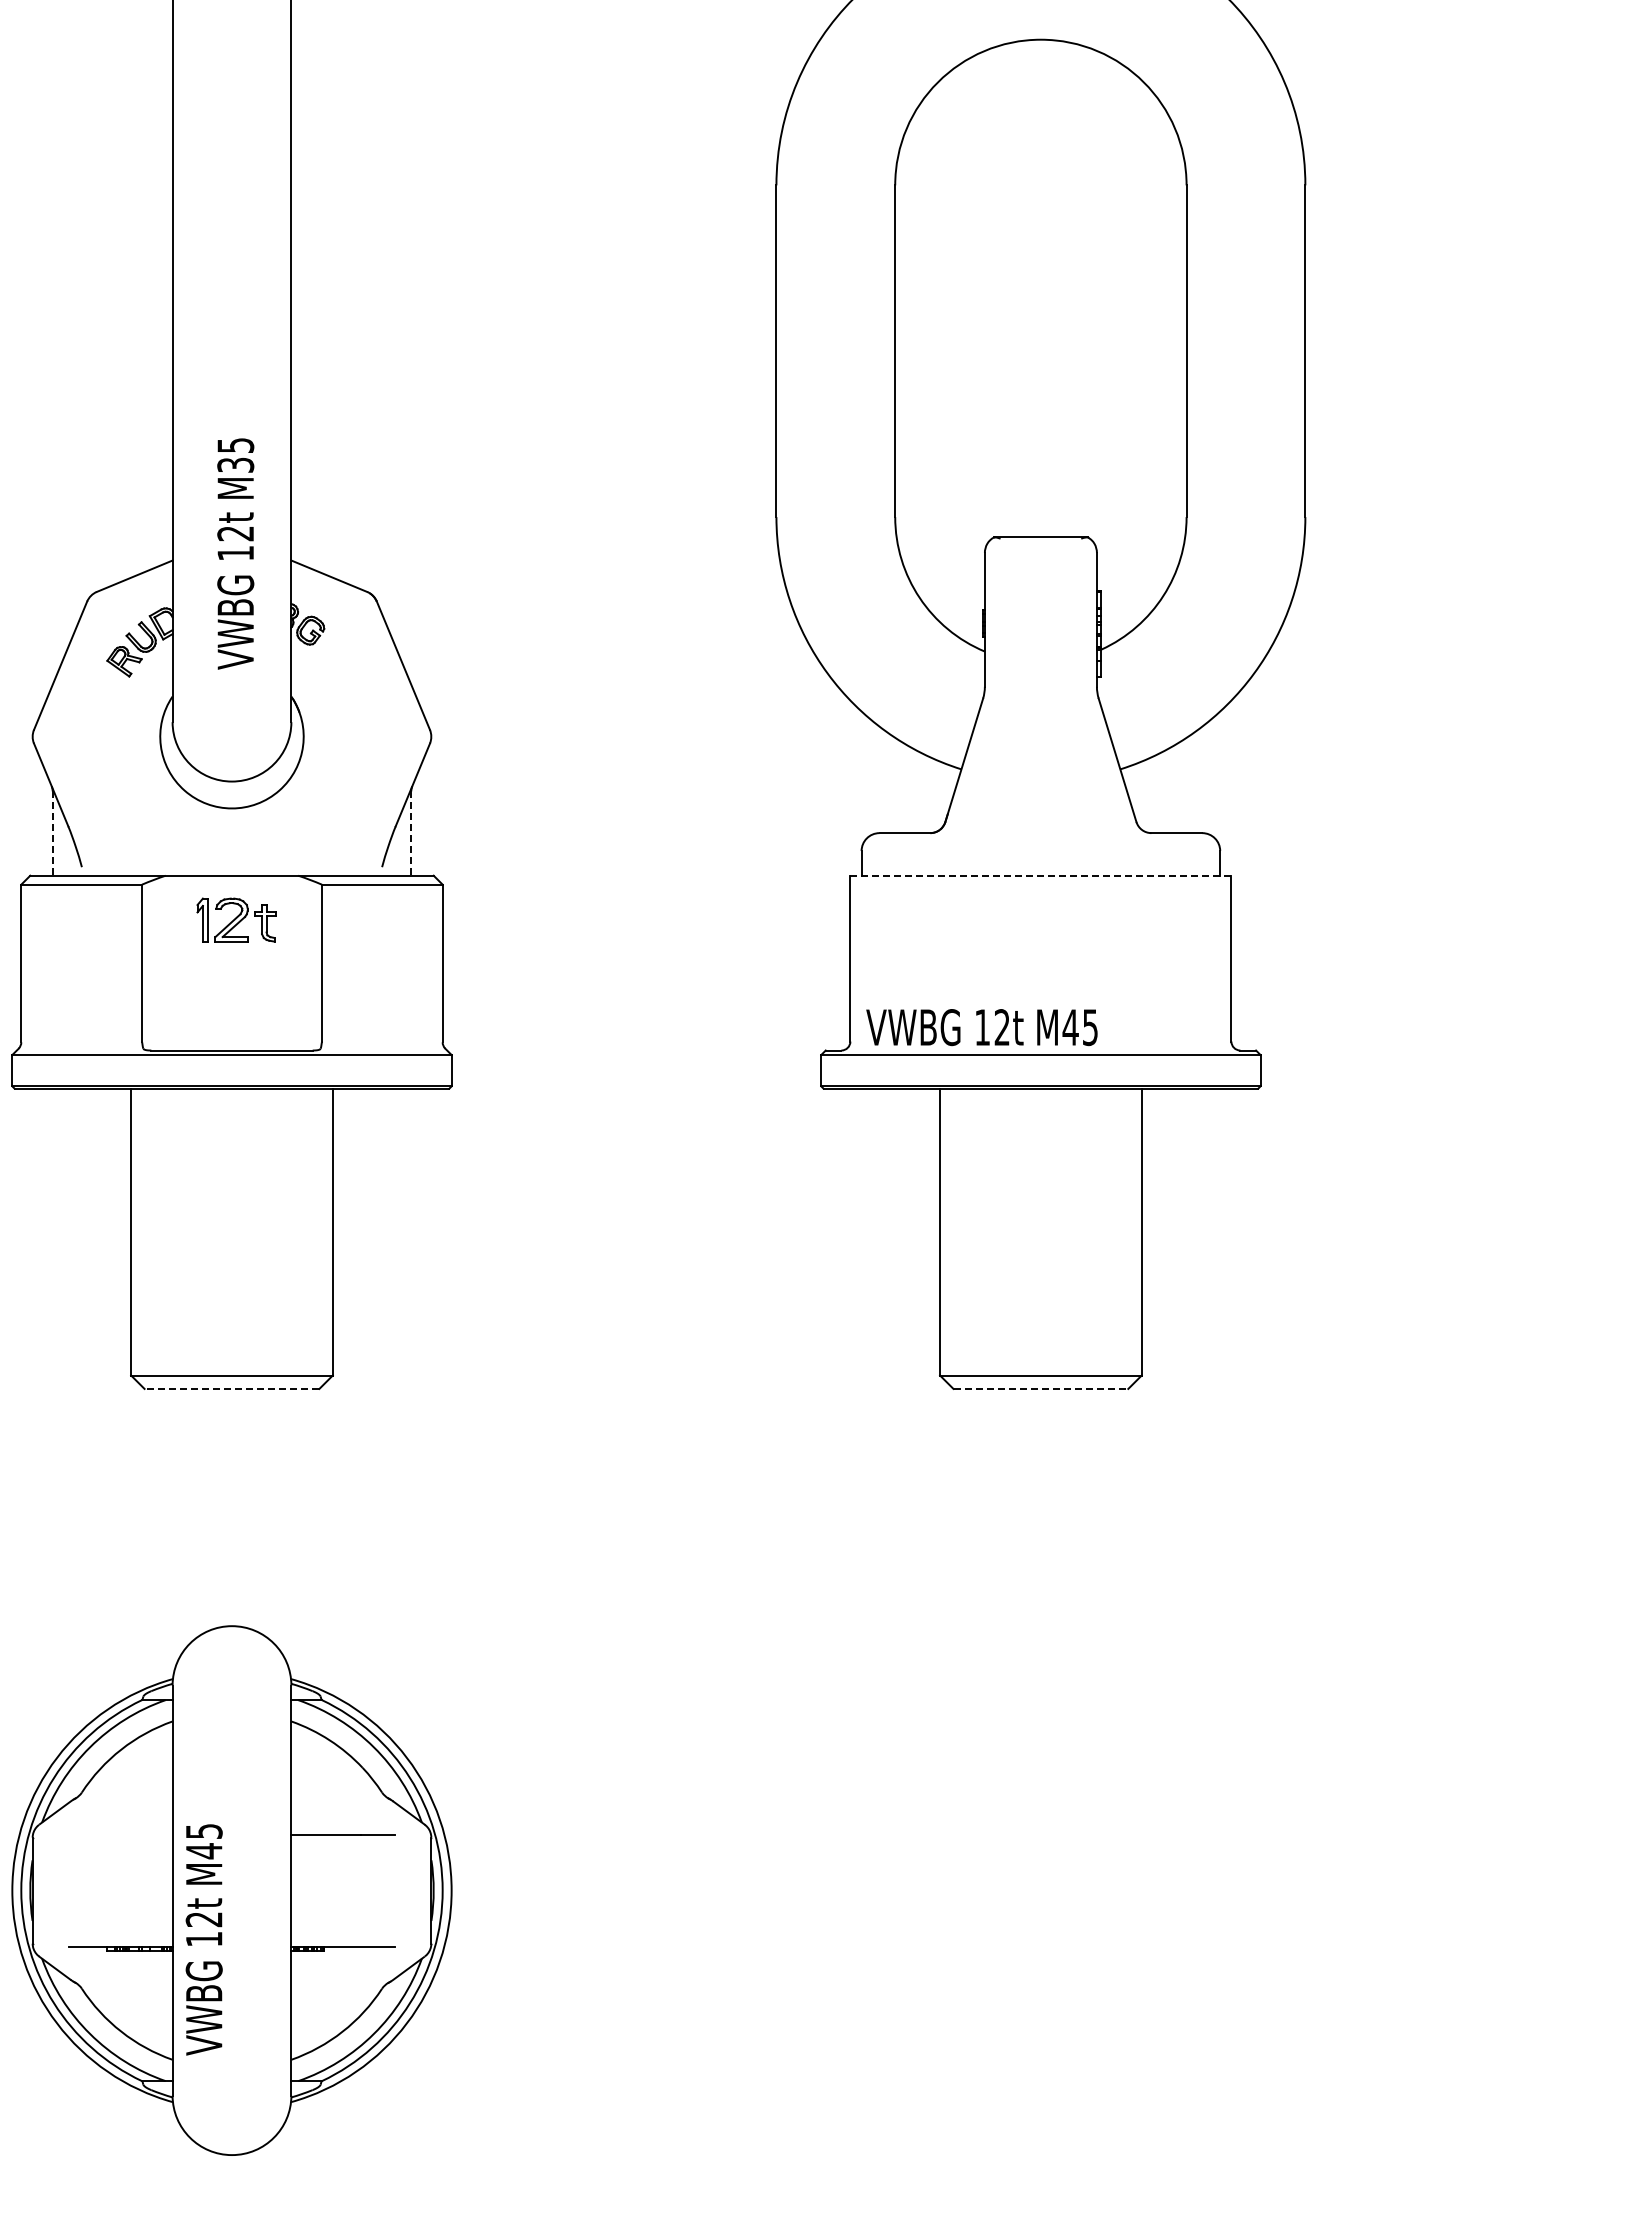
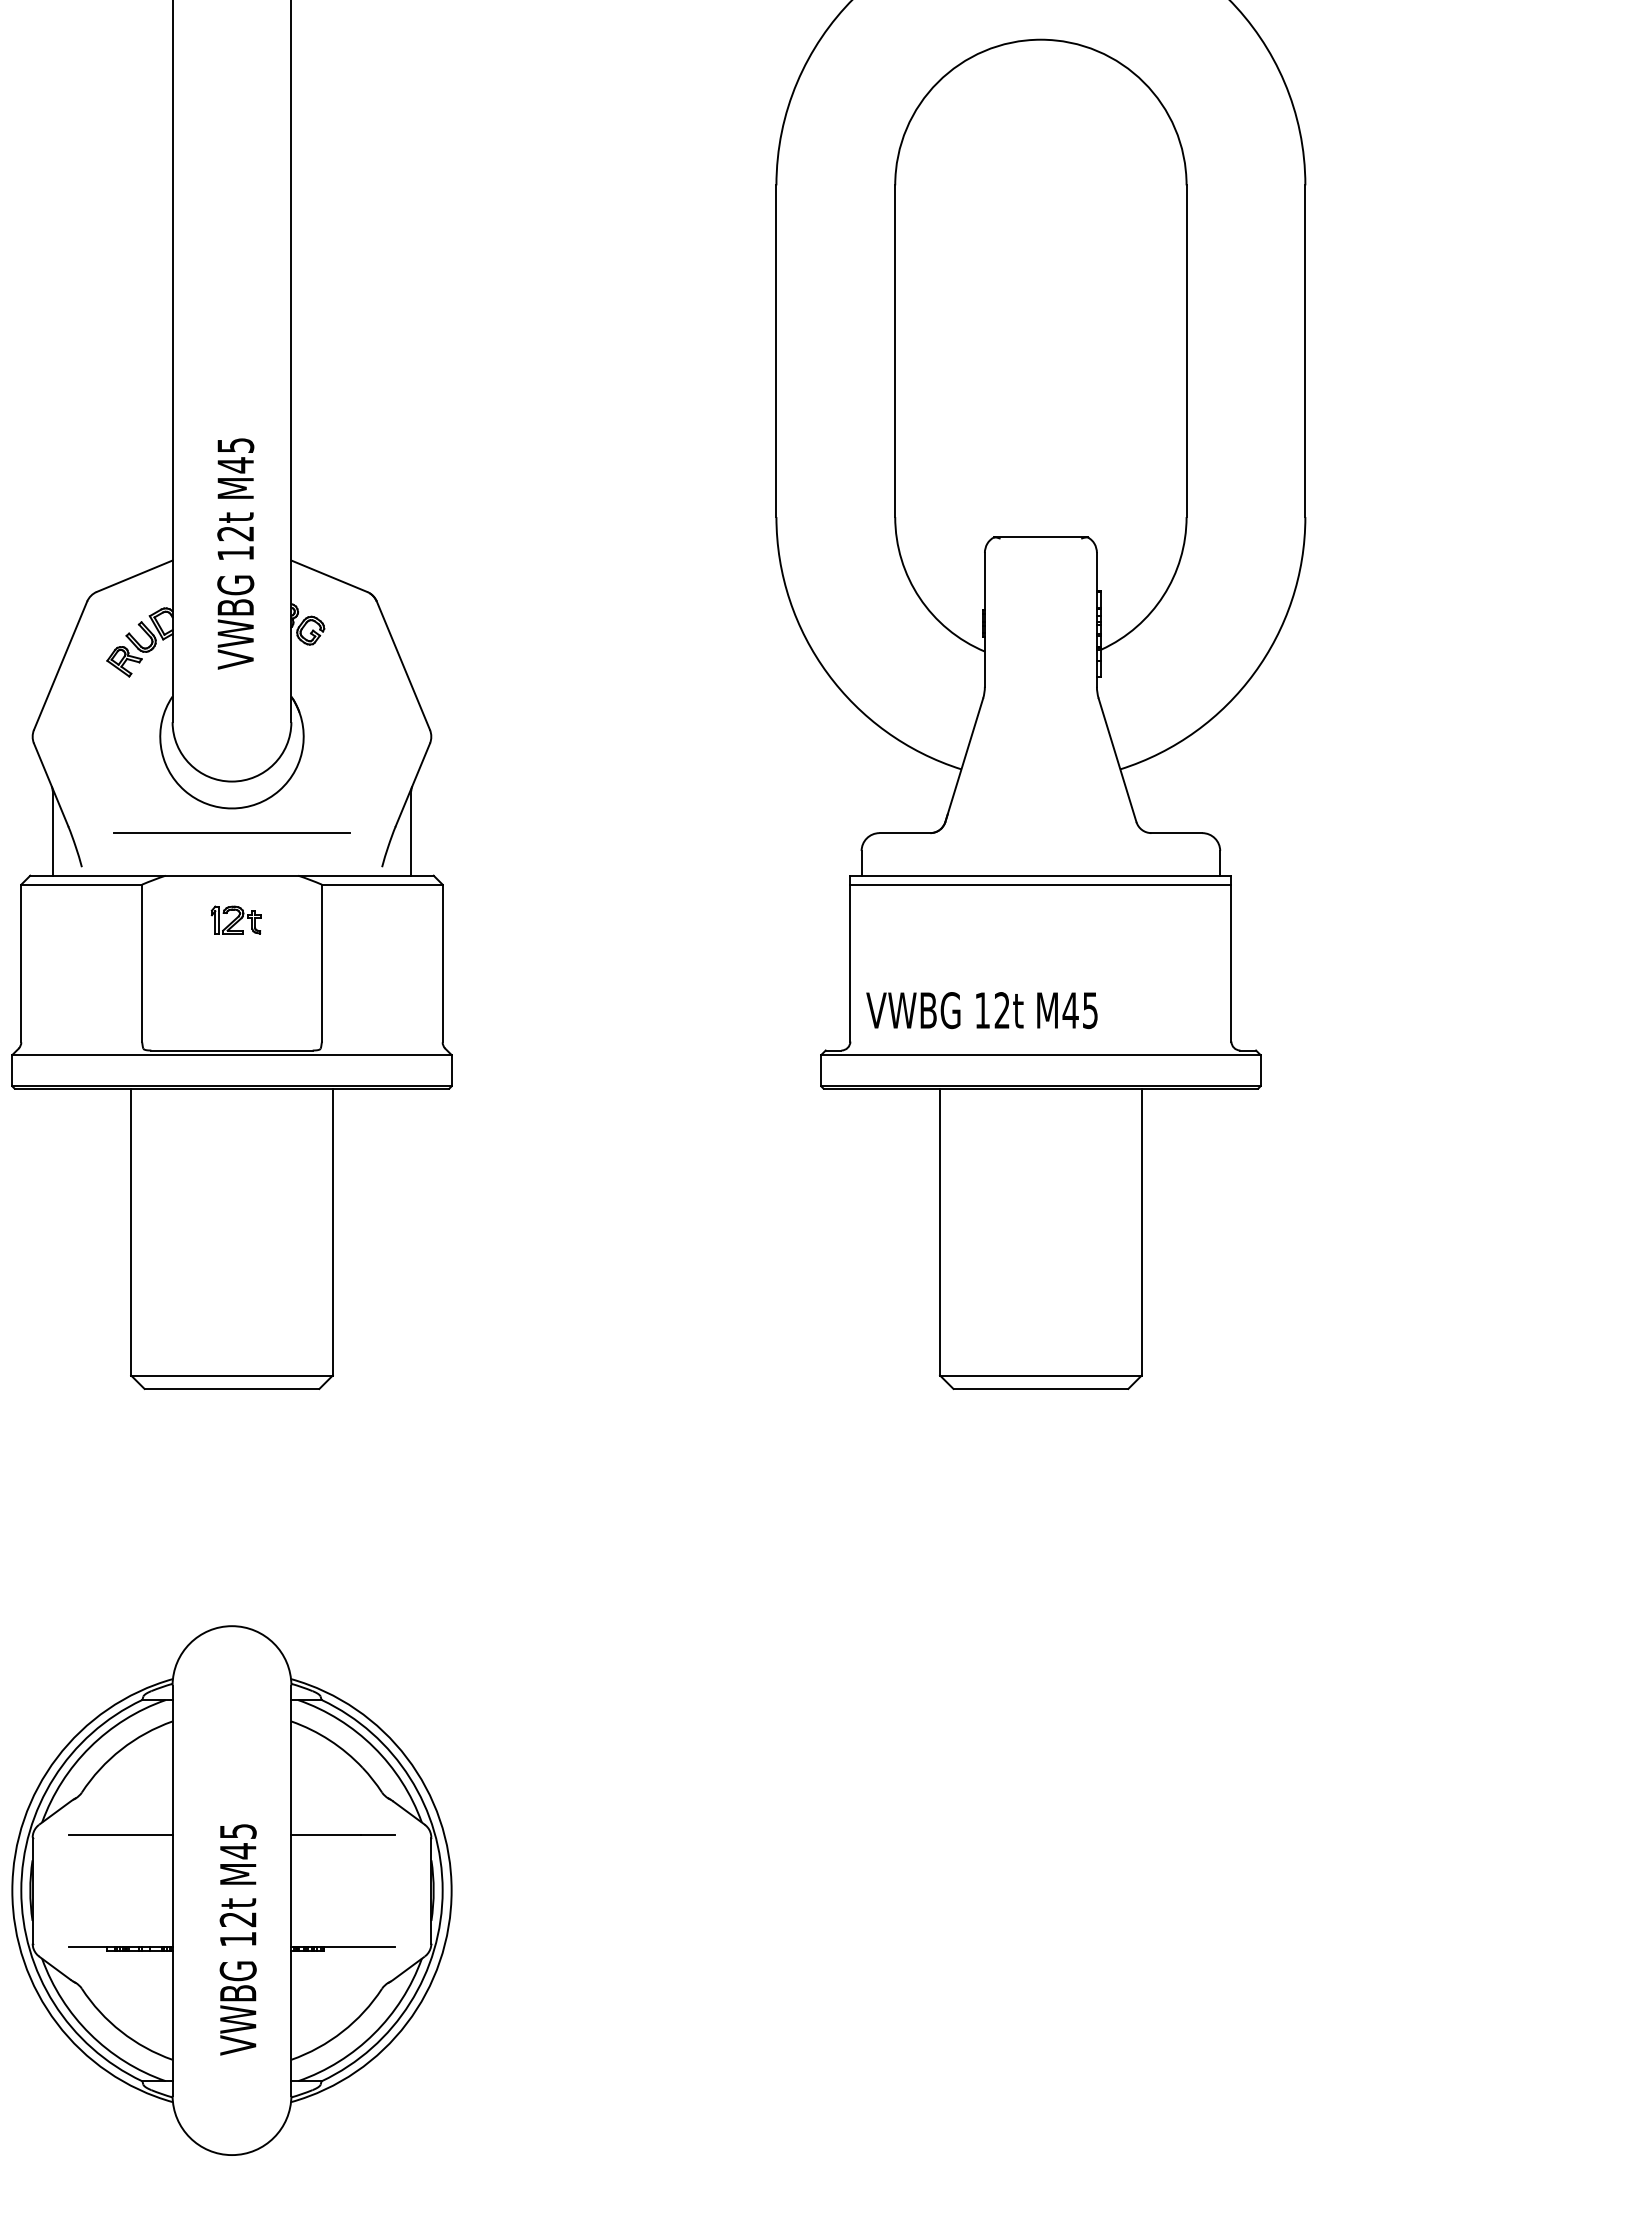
text at (235, 465): M35 -> M45
line at (231, 833): none -> present
line at (52, 834): dashed -> solid
line at (411, 834): dashed -> solid
line at (1040, 875): dashed -> solid
line at (1040, 884): none -> present
part at (236, 919) size: 81x46 px -> 52x30 px
text at (981, 1027) position: (981, 1027) -> (981, 1010)
line at (231, 1388): dashed -> solid
line at (1041, 1388): dashed -> solid
line at (120, 1834): none -> present
text at (203, 1939) position: (203, 1939) -> (237, 1939)
